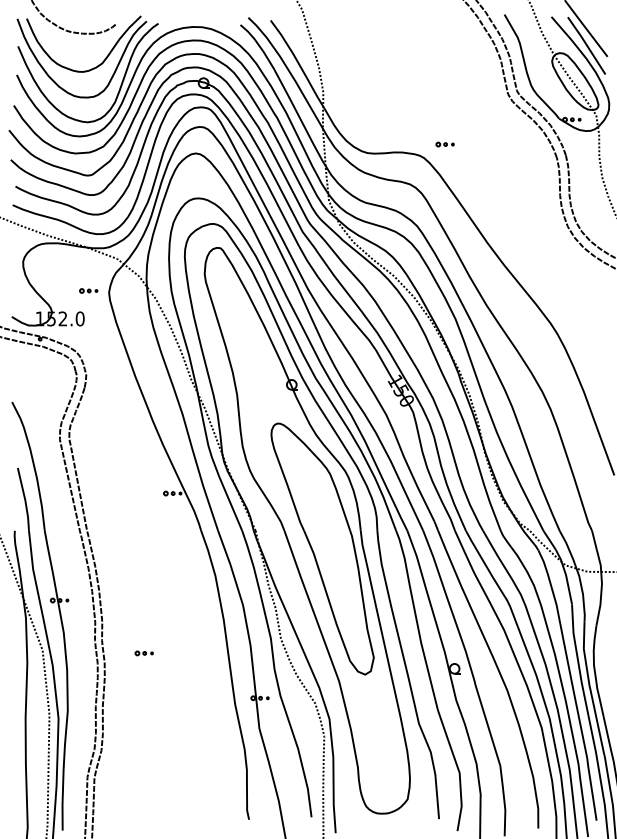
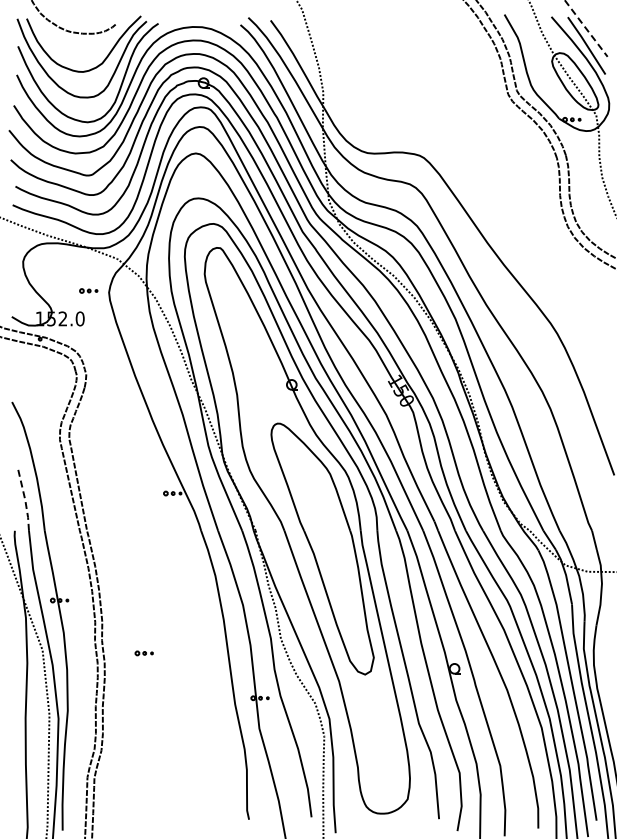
line at (585, 28): solid -> dashed
part at (444, 144): present -> none
line at (25, 500): solid -> dashed
